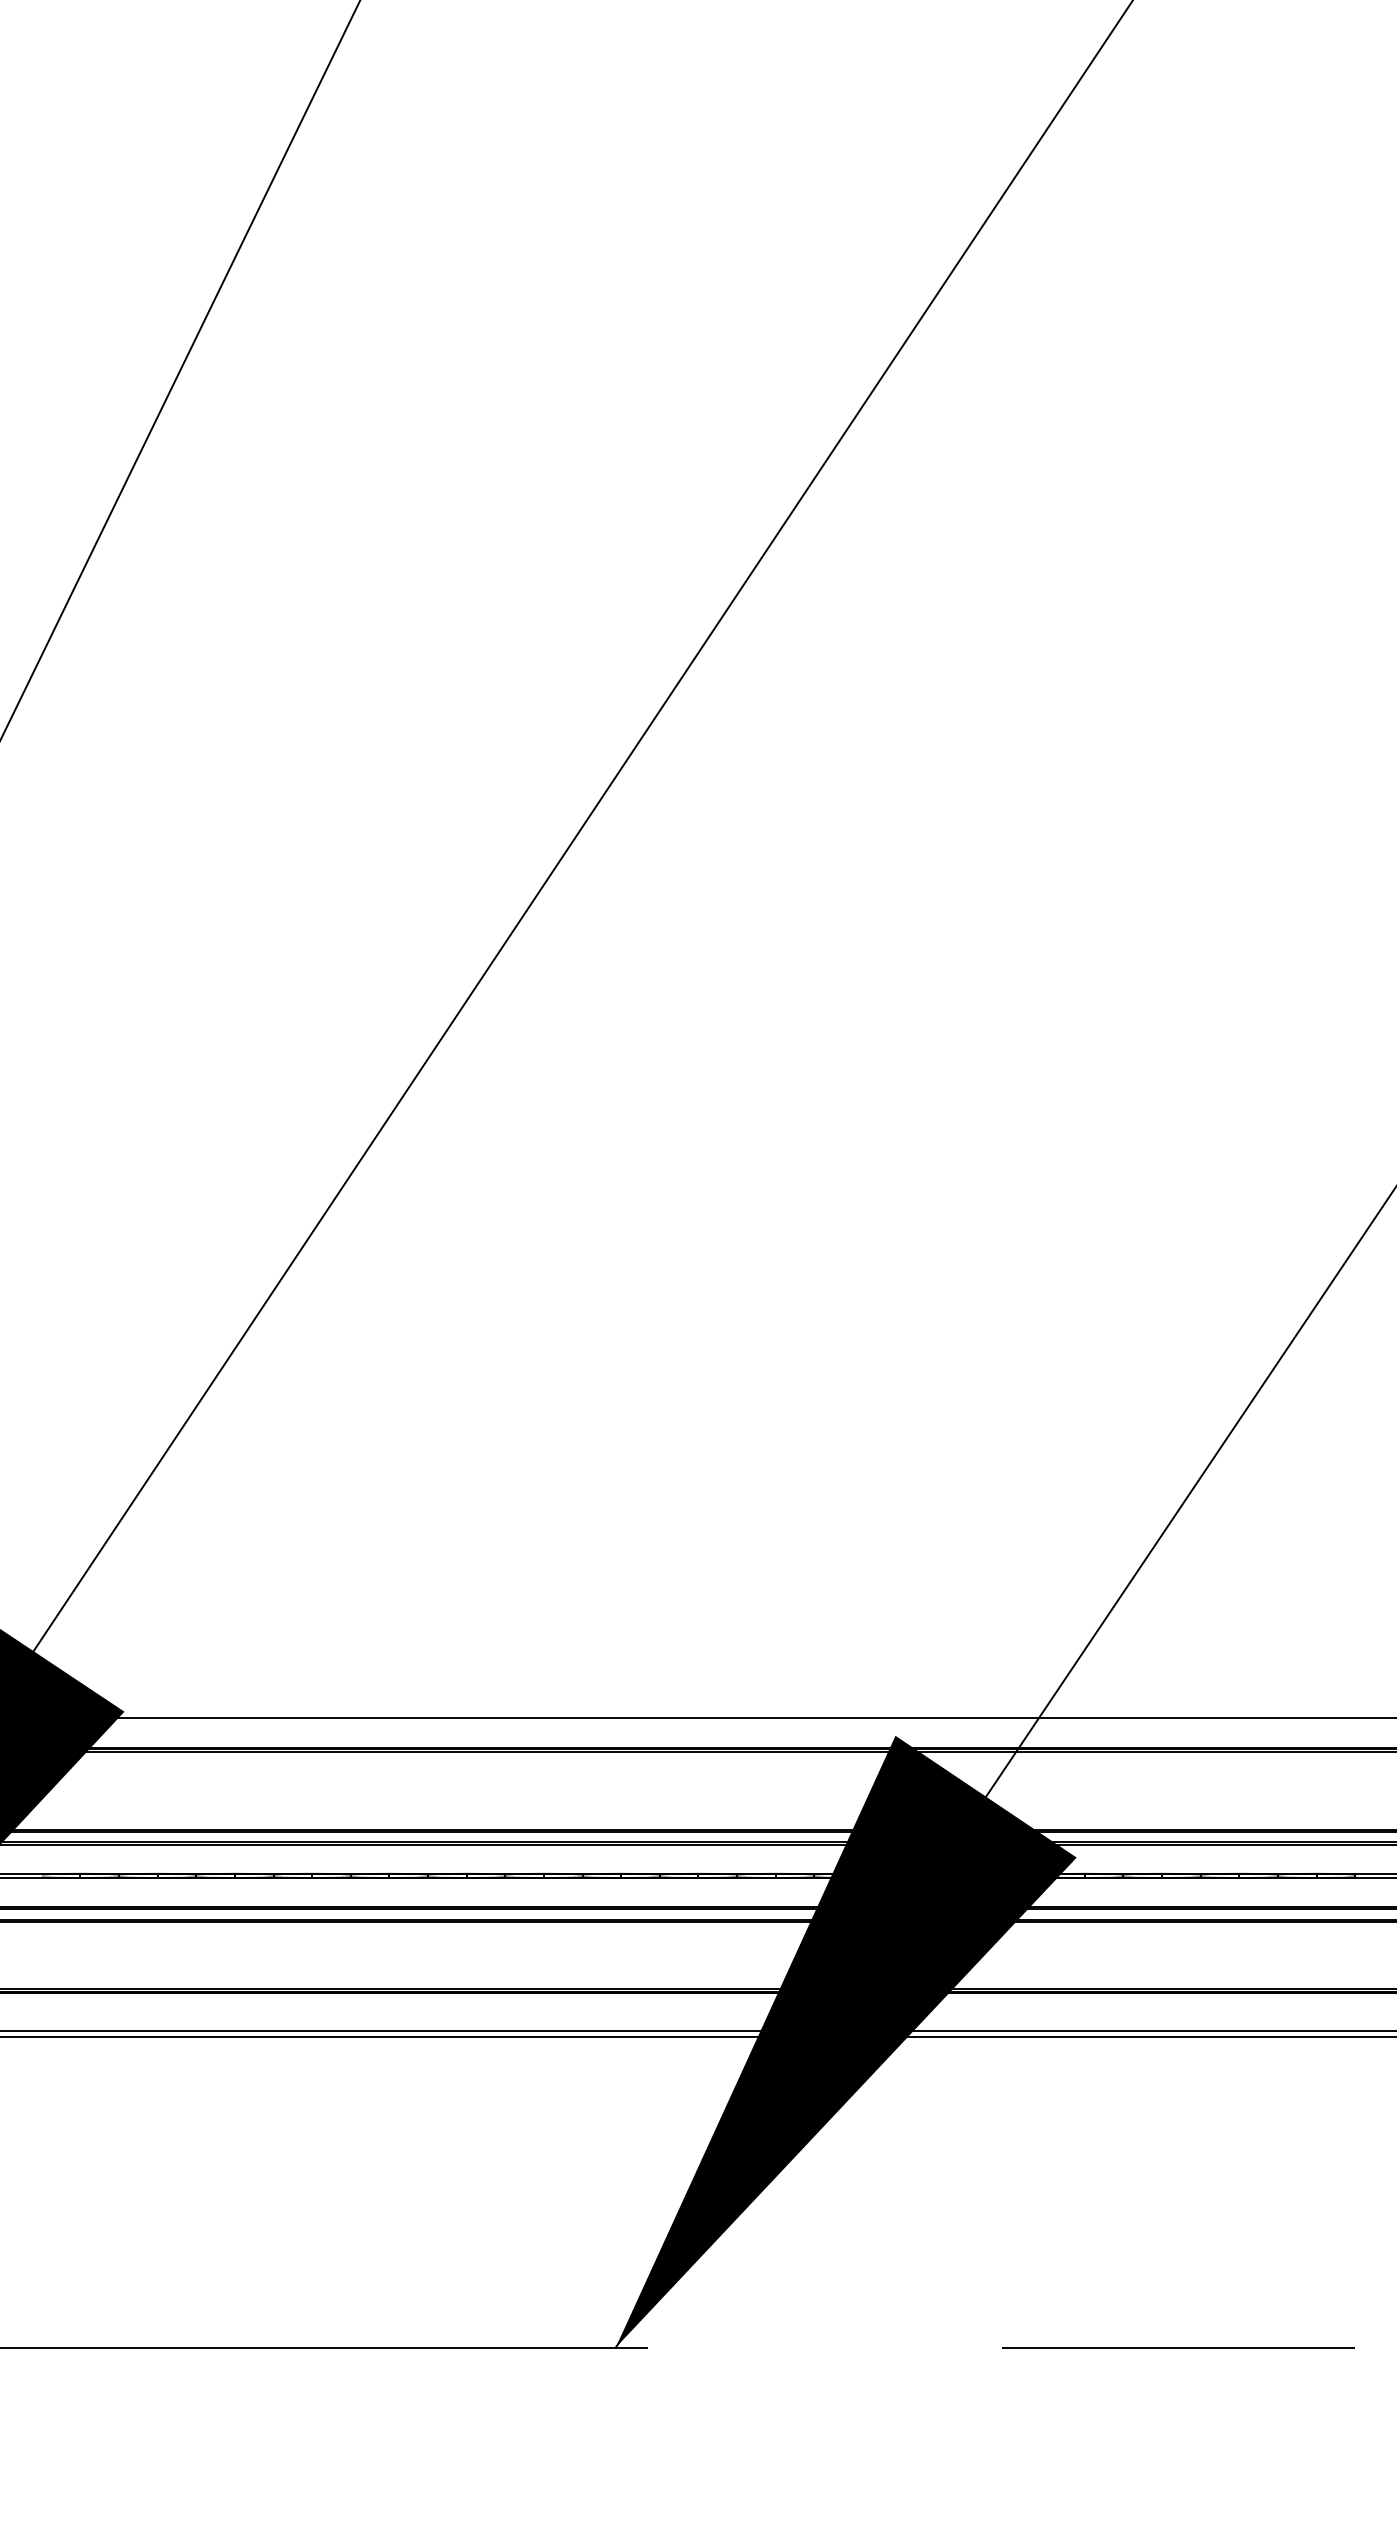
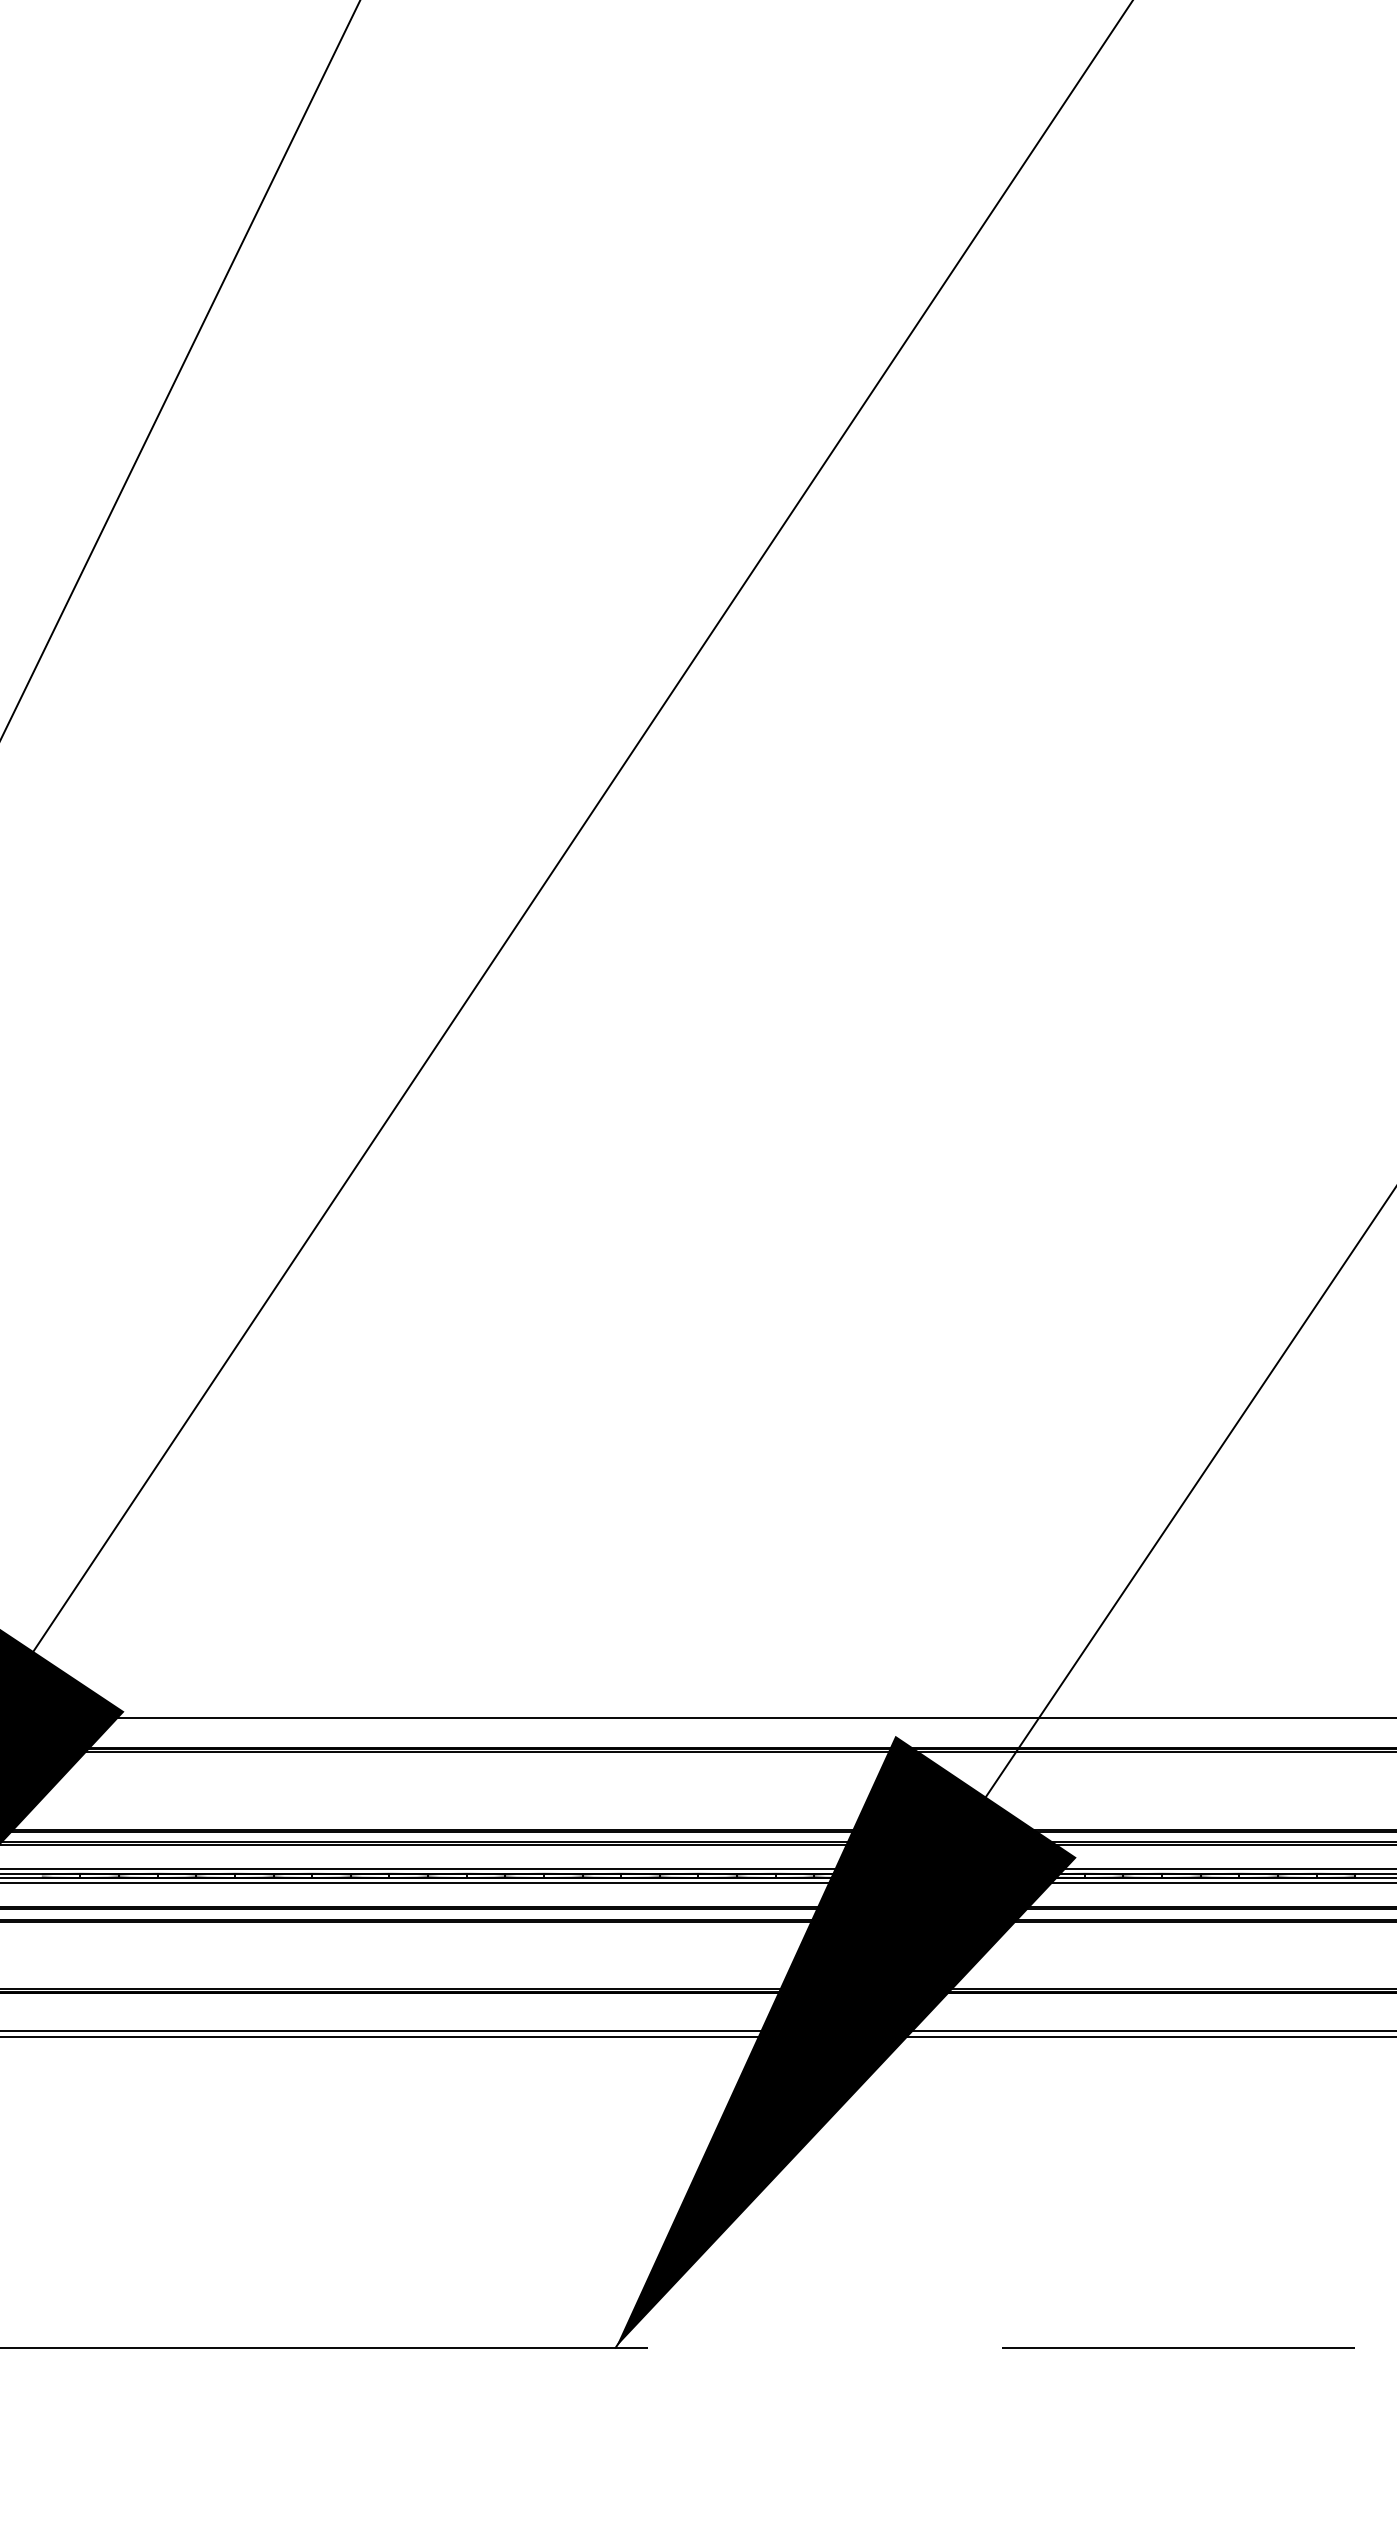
line at (697, 1868): none -> present
line at (697, 1882): none -> present
